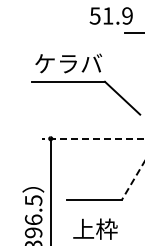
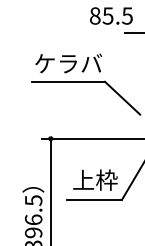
text at (110, 15): 51.9 -> 85.5
line at (93, 138): dashed -> solid
line at (133, 181): dashed -> solid
text at (95, 228) position: (95, 228) -> (95, 179)
